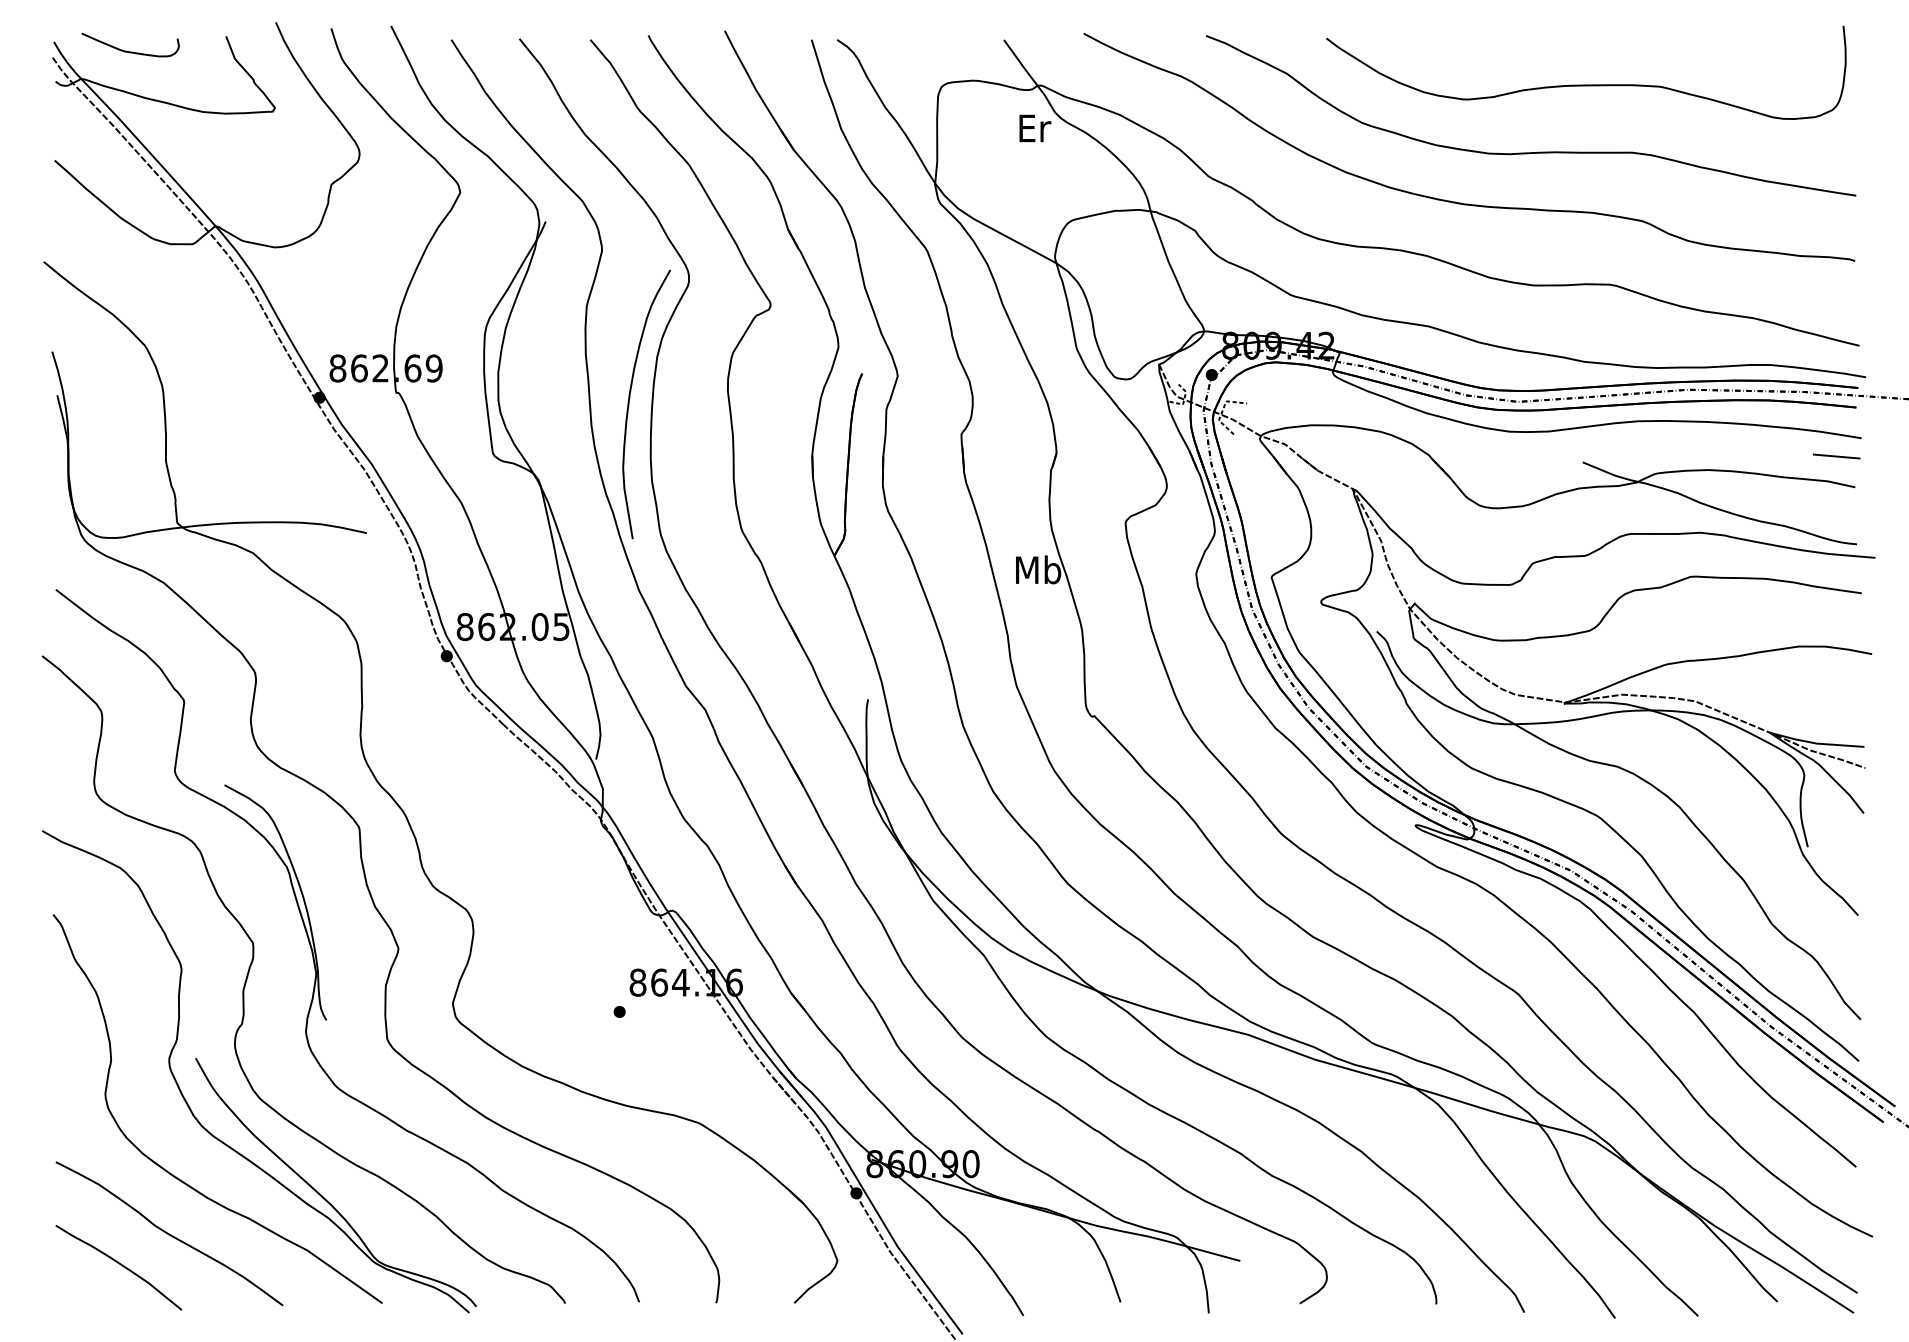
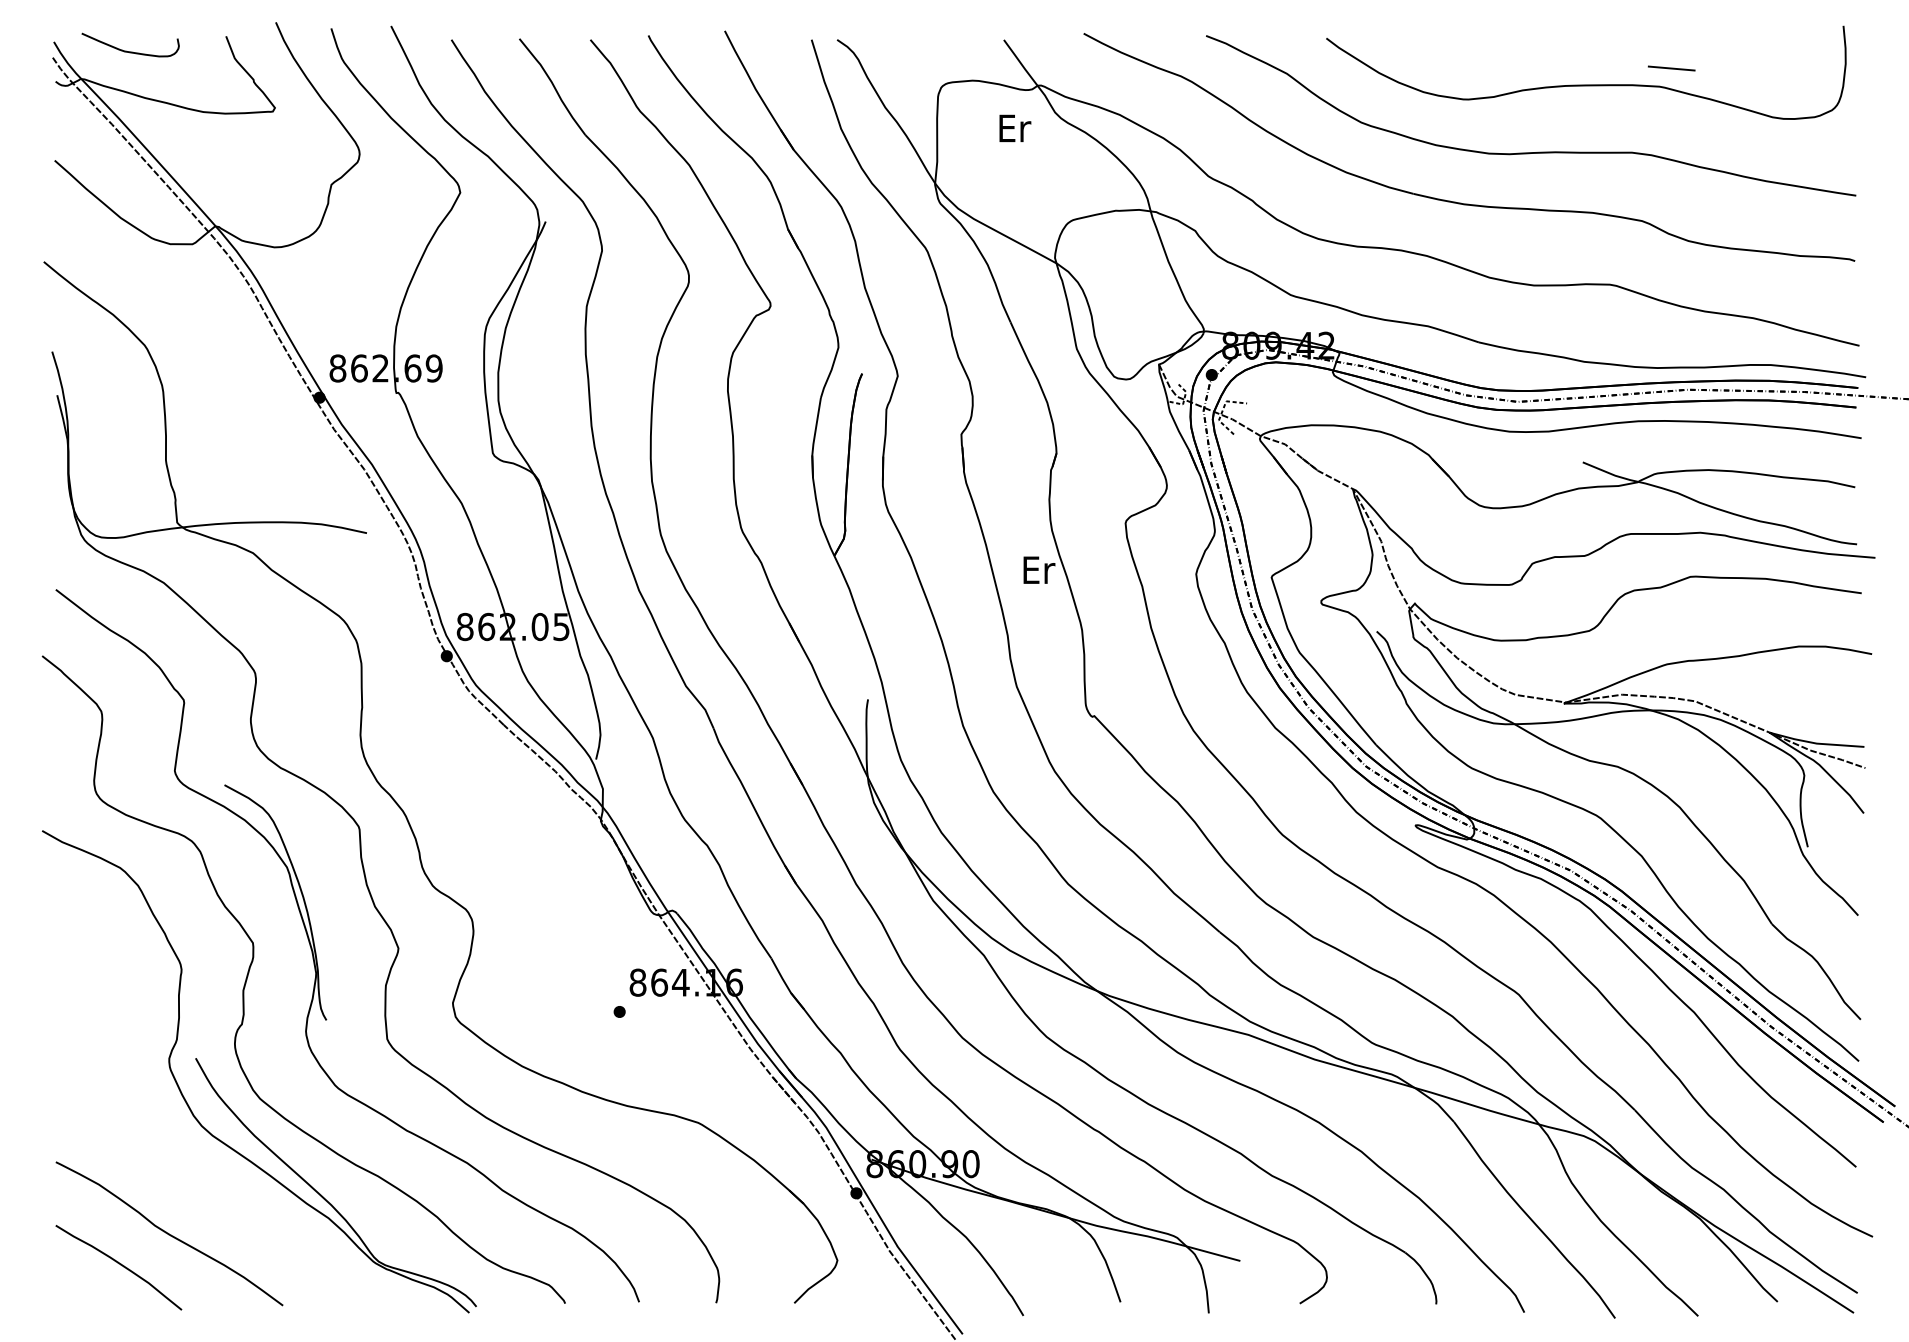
text at (1035, 127) position: (1035, 127) -> (1015, 127)
curve at (629, 404): present -> none
line at (1836, 456) position: (1836, 456) -> (1671, 68)
text at (1038, 569): Mb -> Er
curve at (173, 1174): present -> none
